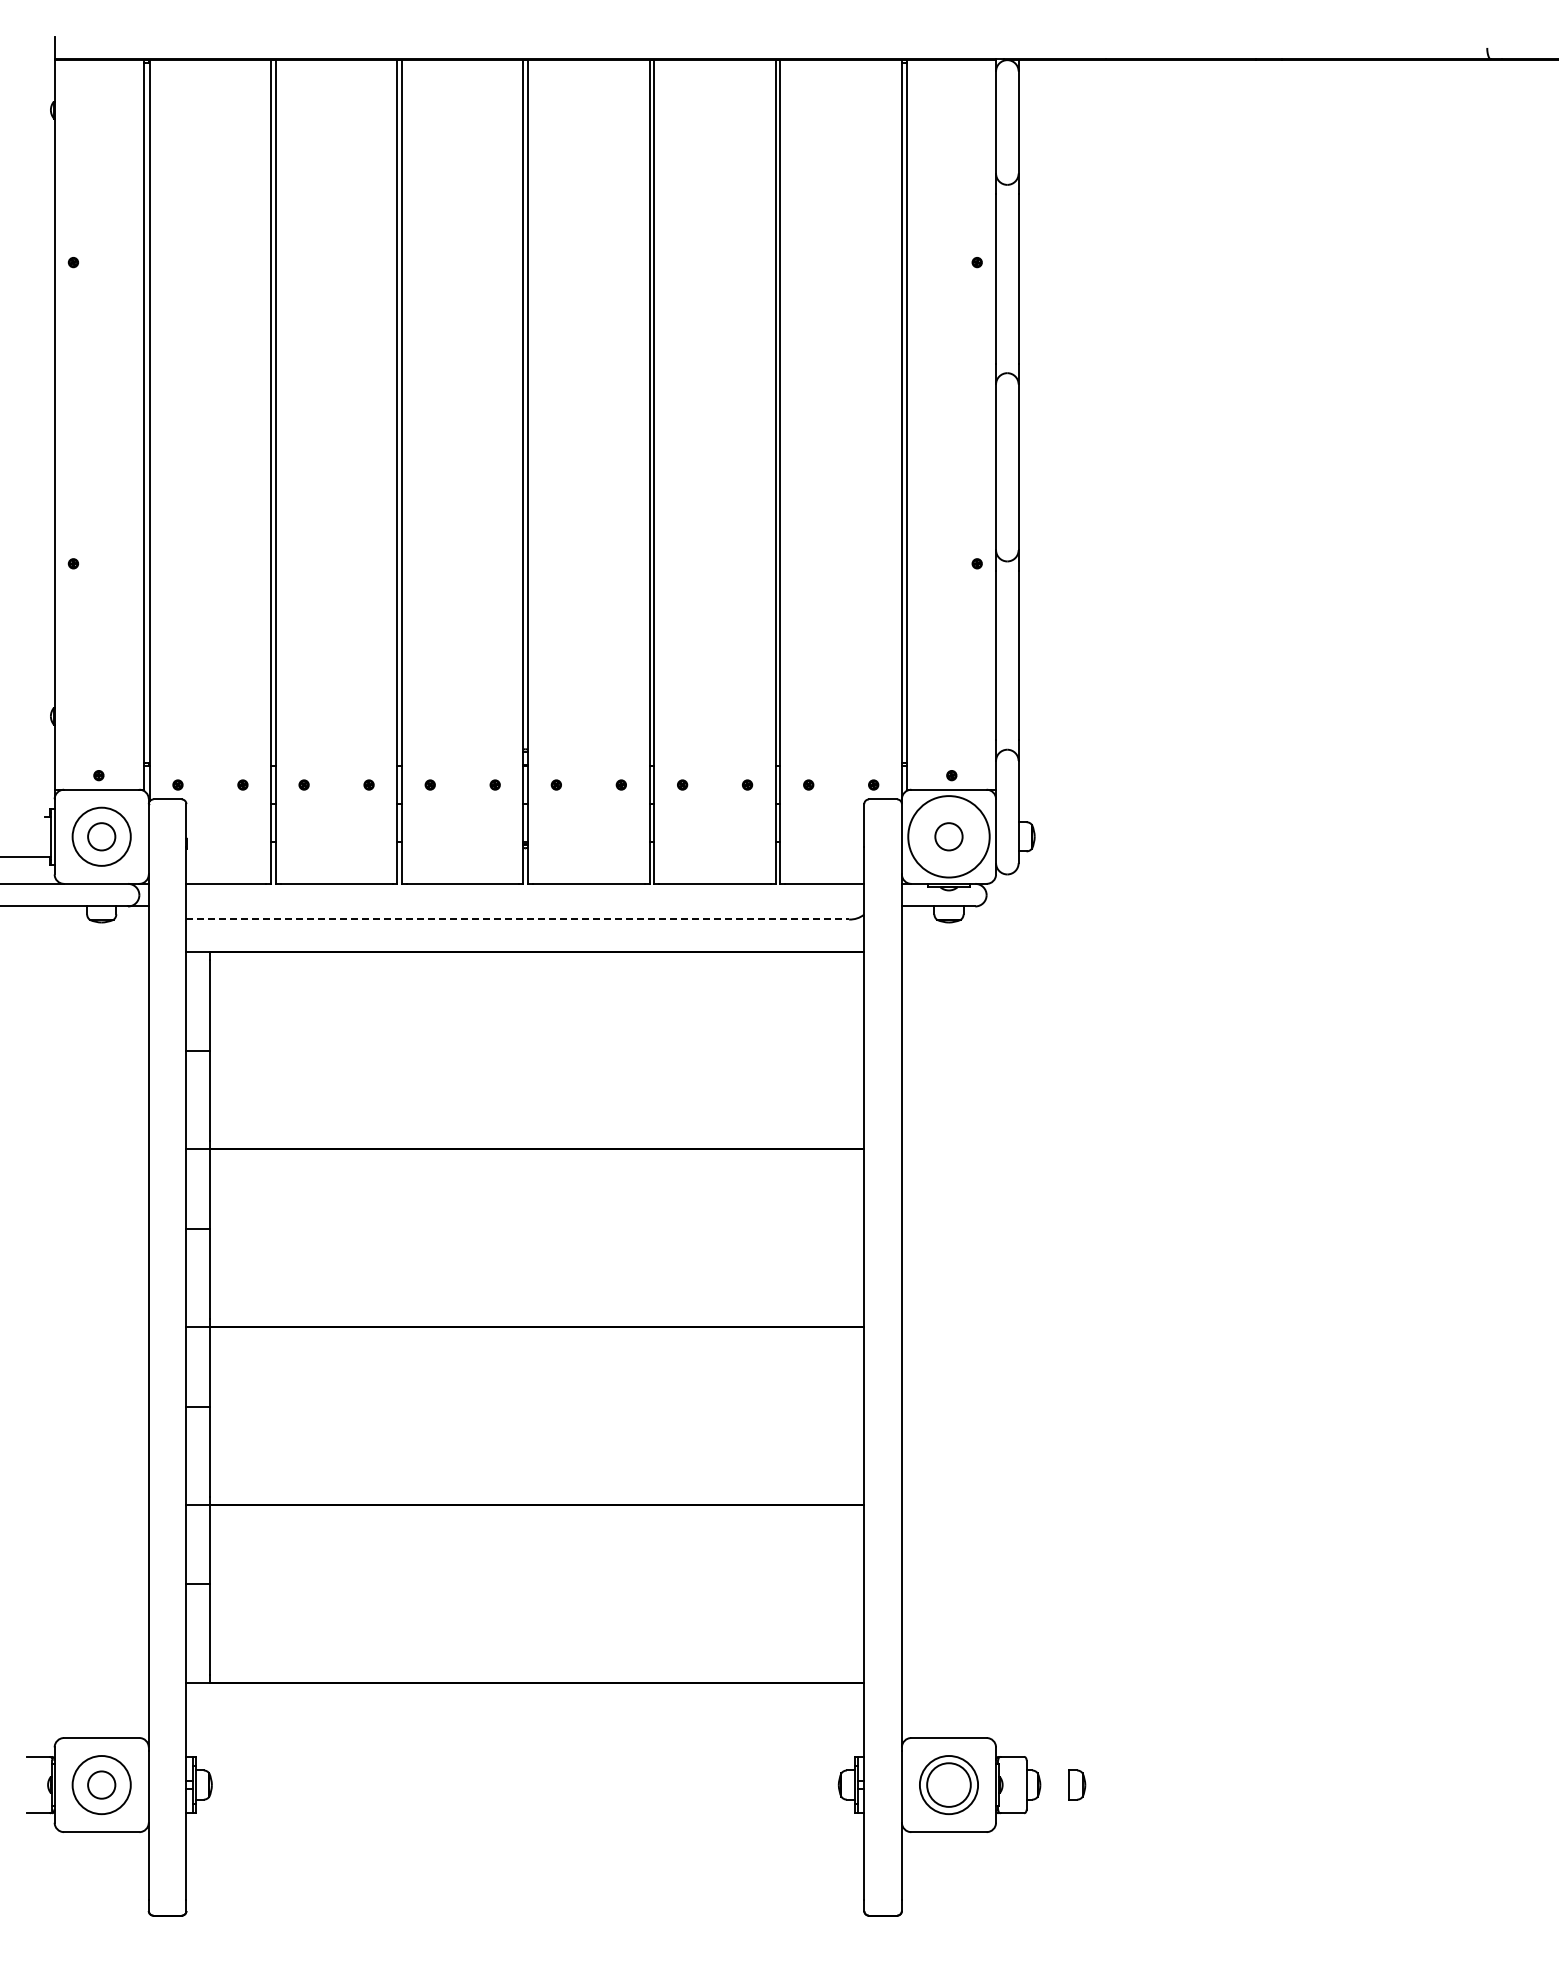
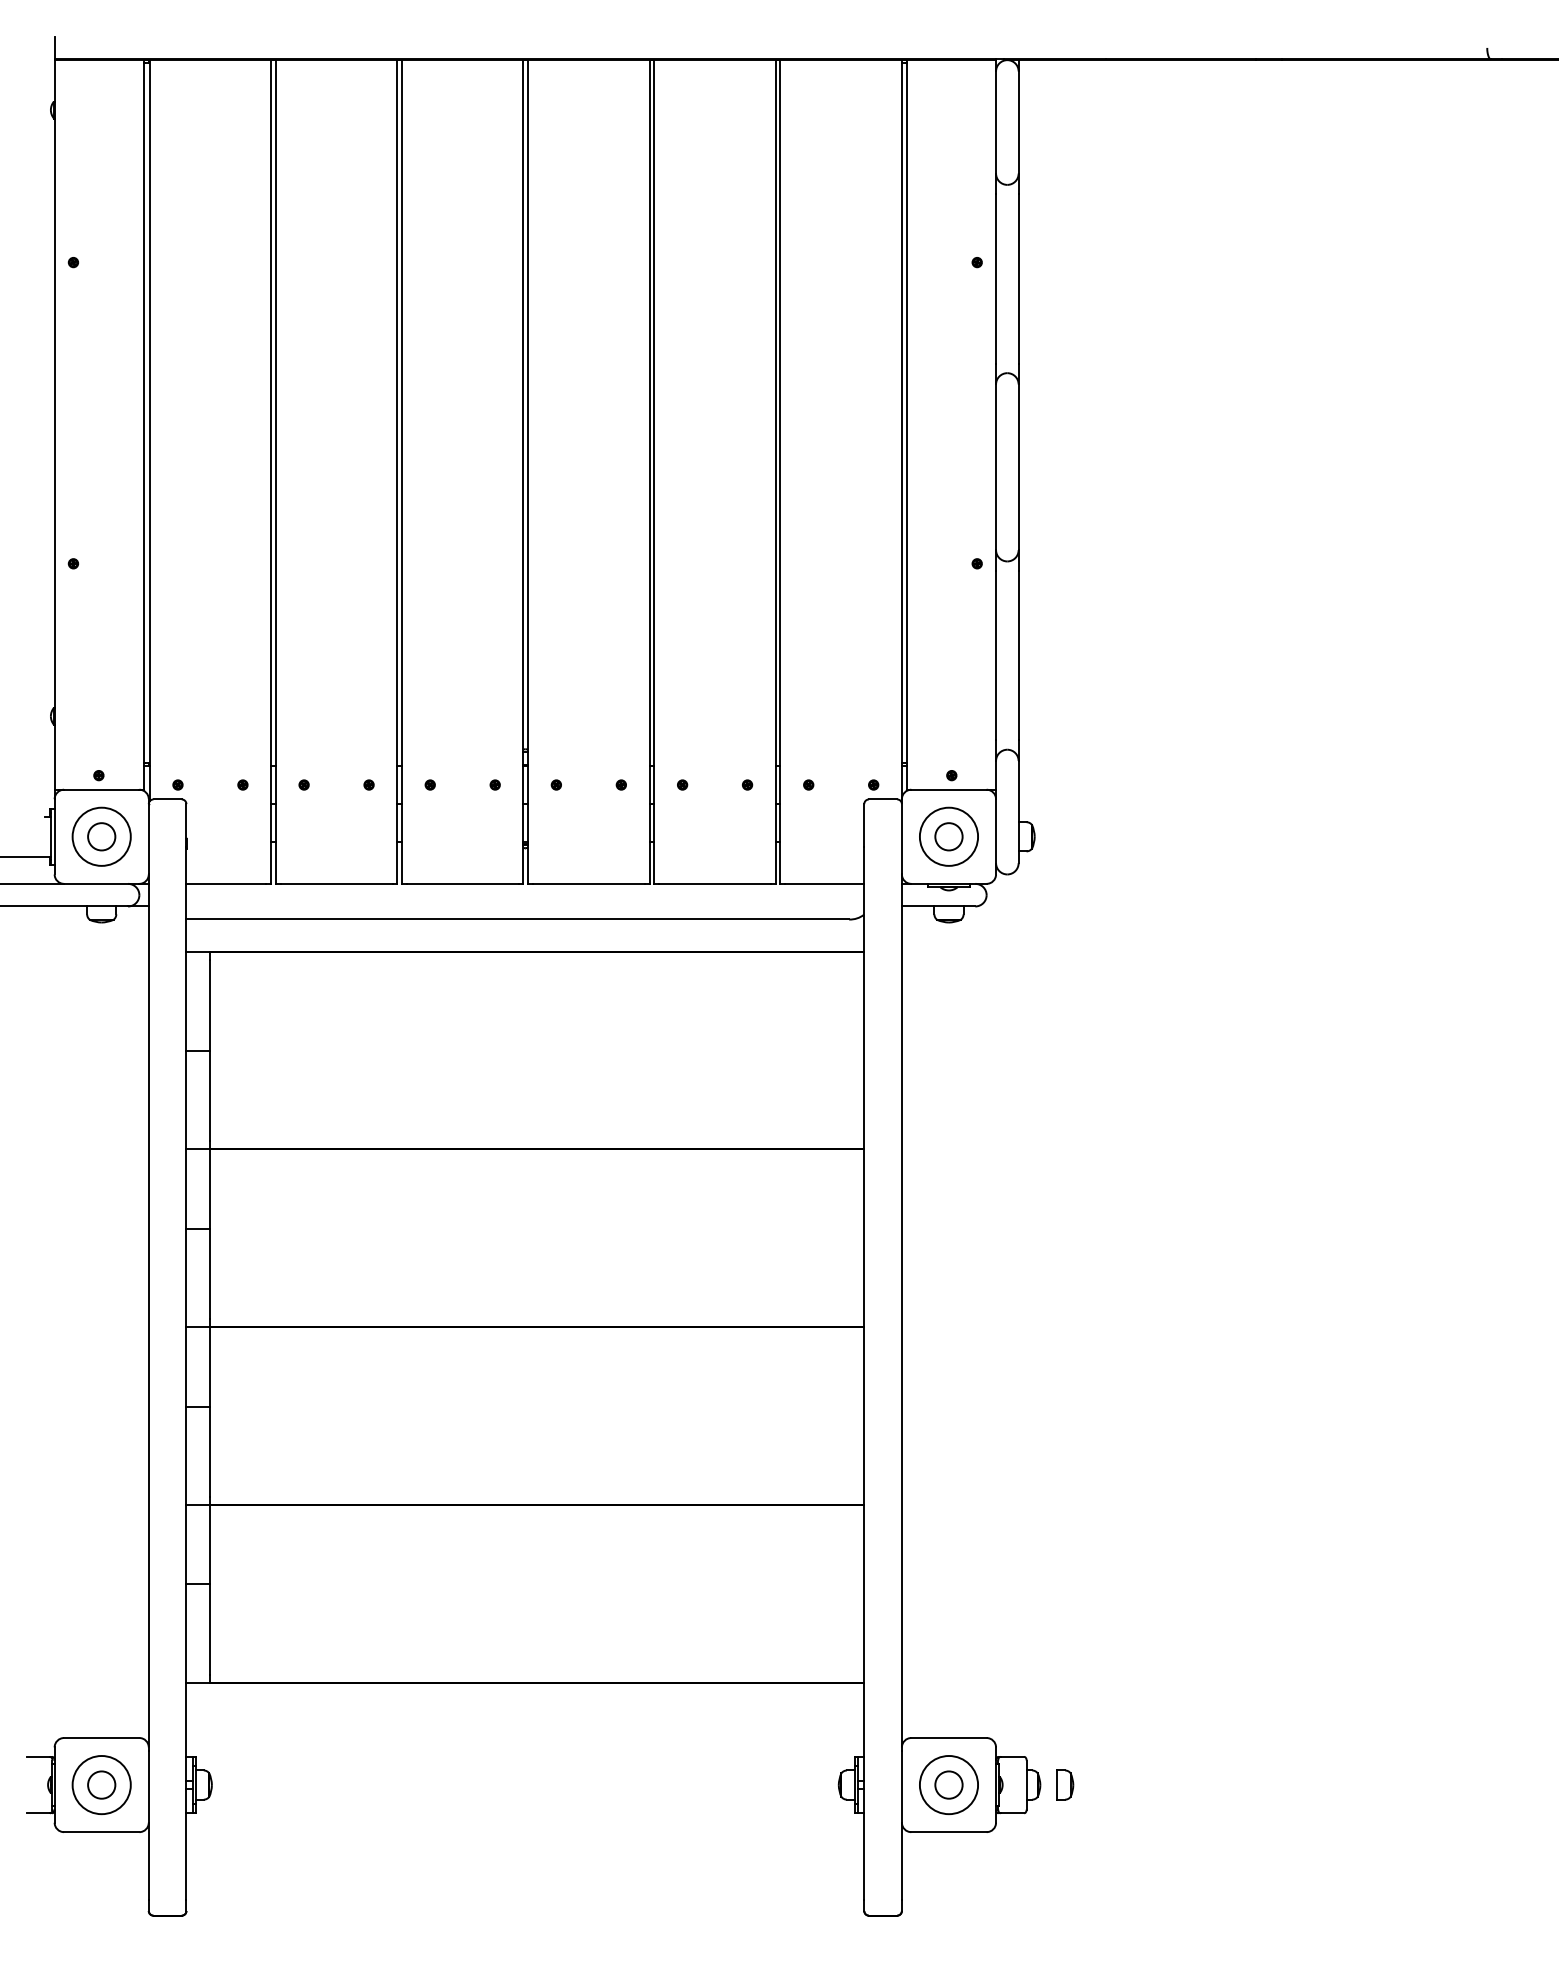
circle at (948, 836) diameter: 81 px -> 58 px
line at (518, 919): dashed -> solid
circle at (948, 1784) diameter: 44 px -> 27 px
part at (1077, 1784) position: (1077, 1784) -> (1065, 1784)
